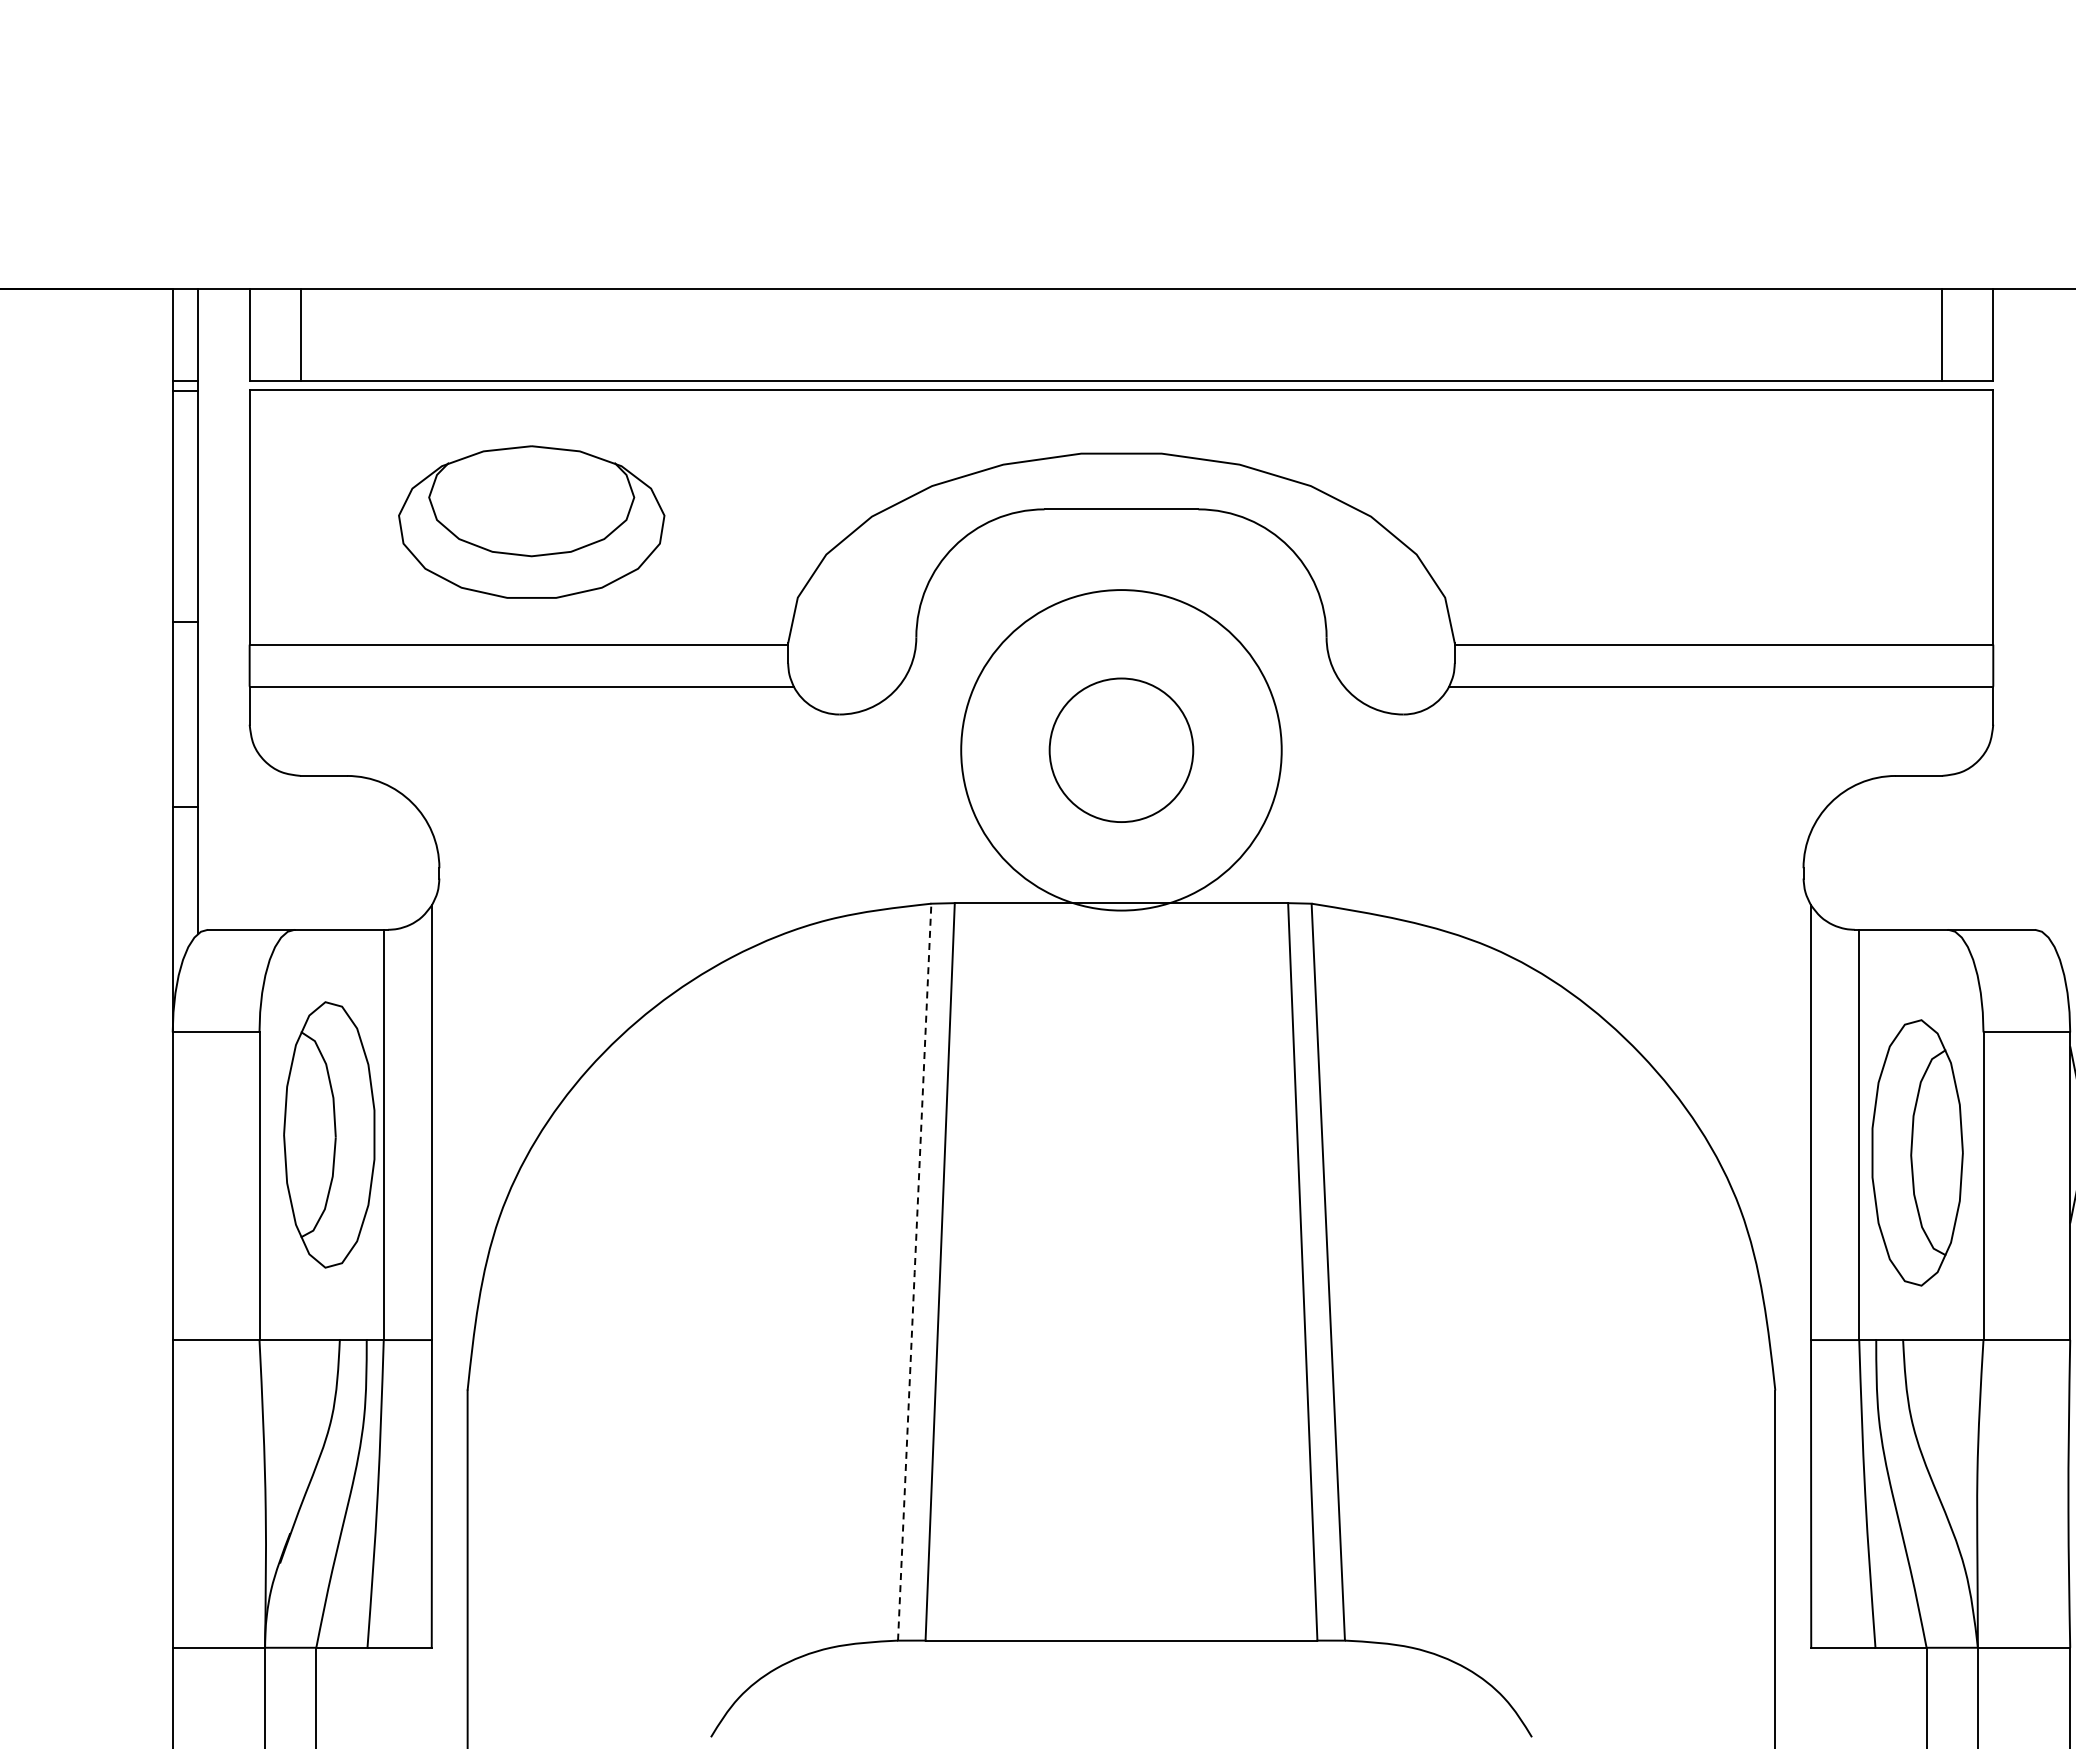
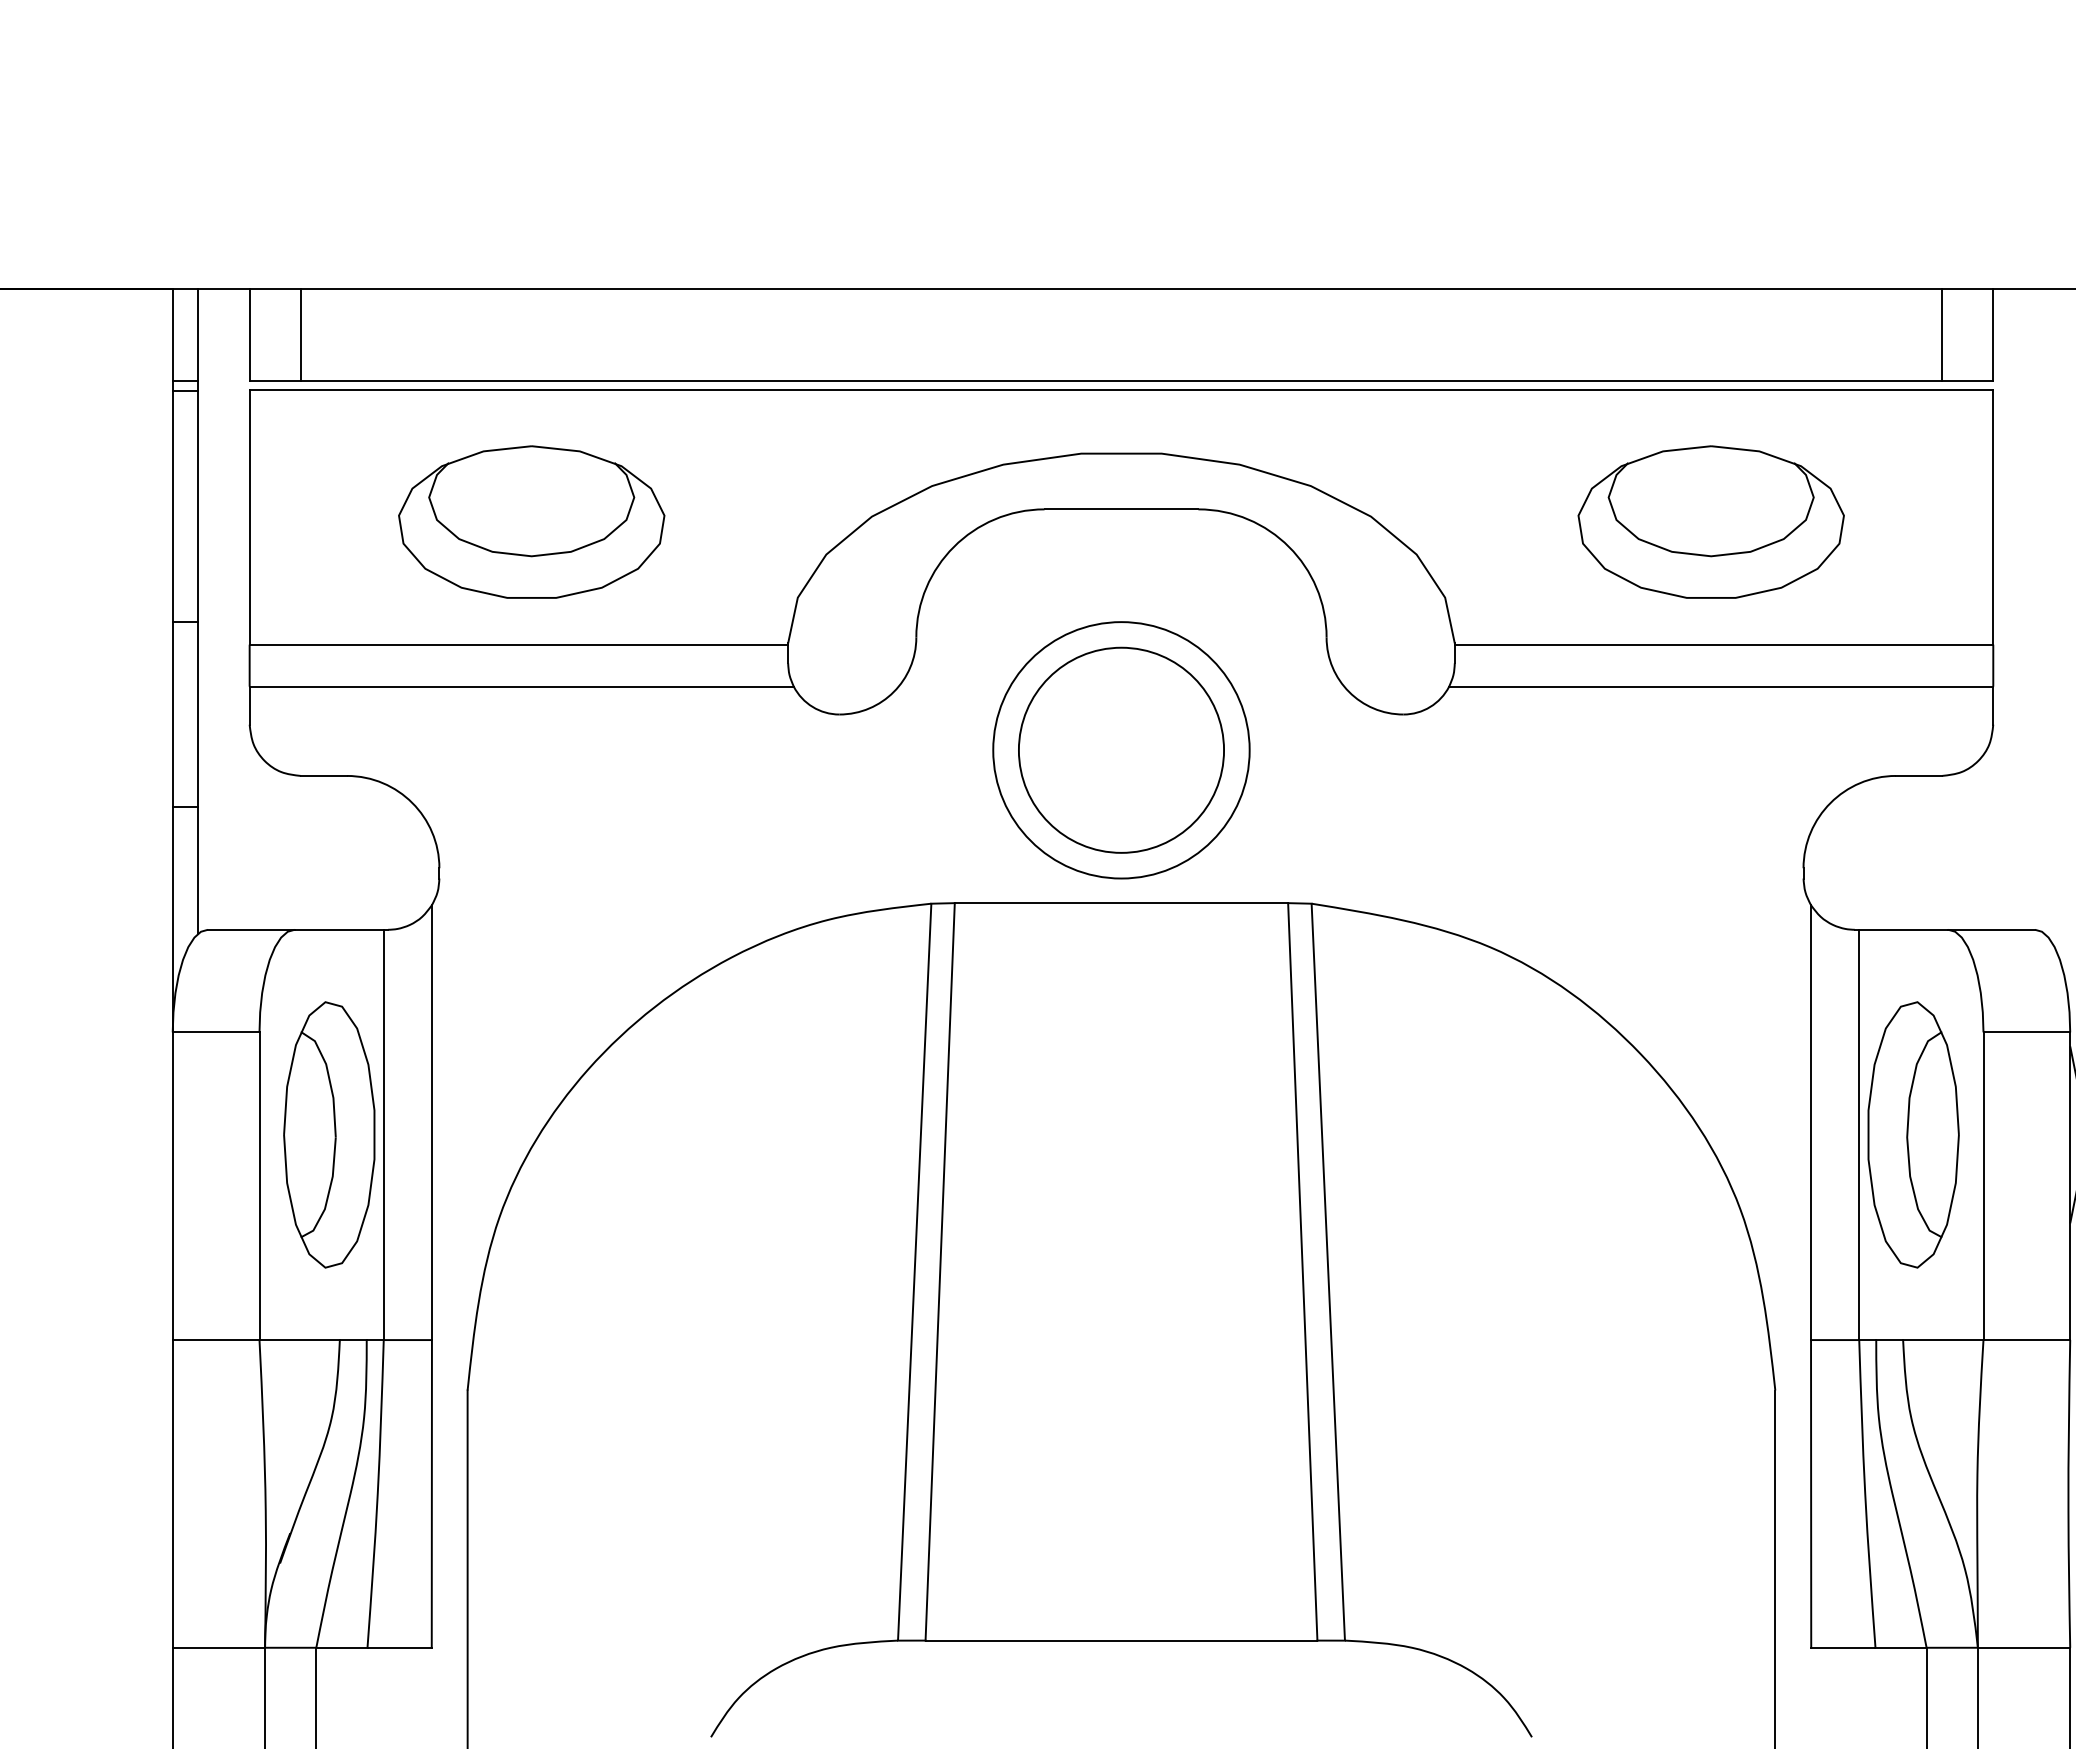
part at (1710, 521): none -> present
circle at (1121, 750) diameter: 144 px -> 205 px
circle at (1121, 750) diameter: 321 px -> 256 px
part at (1917, 1152) position: (1917, 1152) -> (1913, 1134)
line at (914, 1272): dashed -> solid
